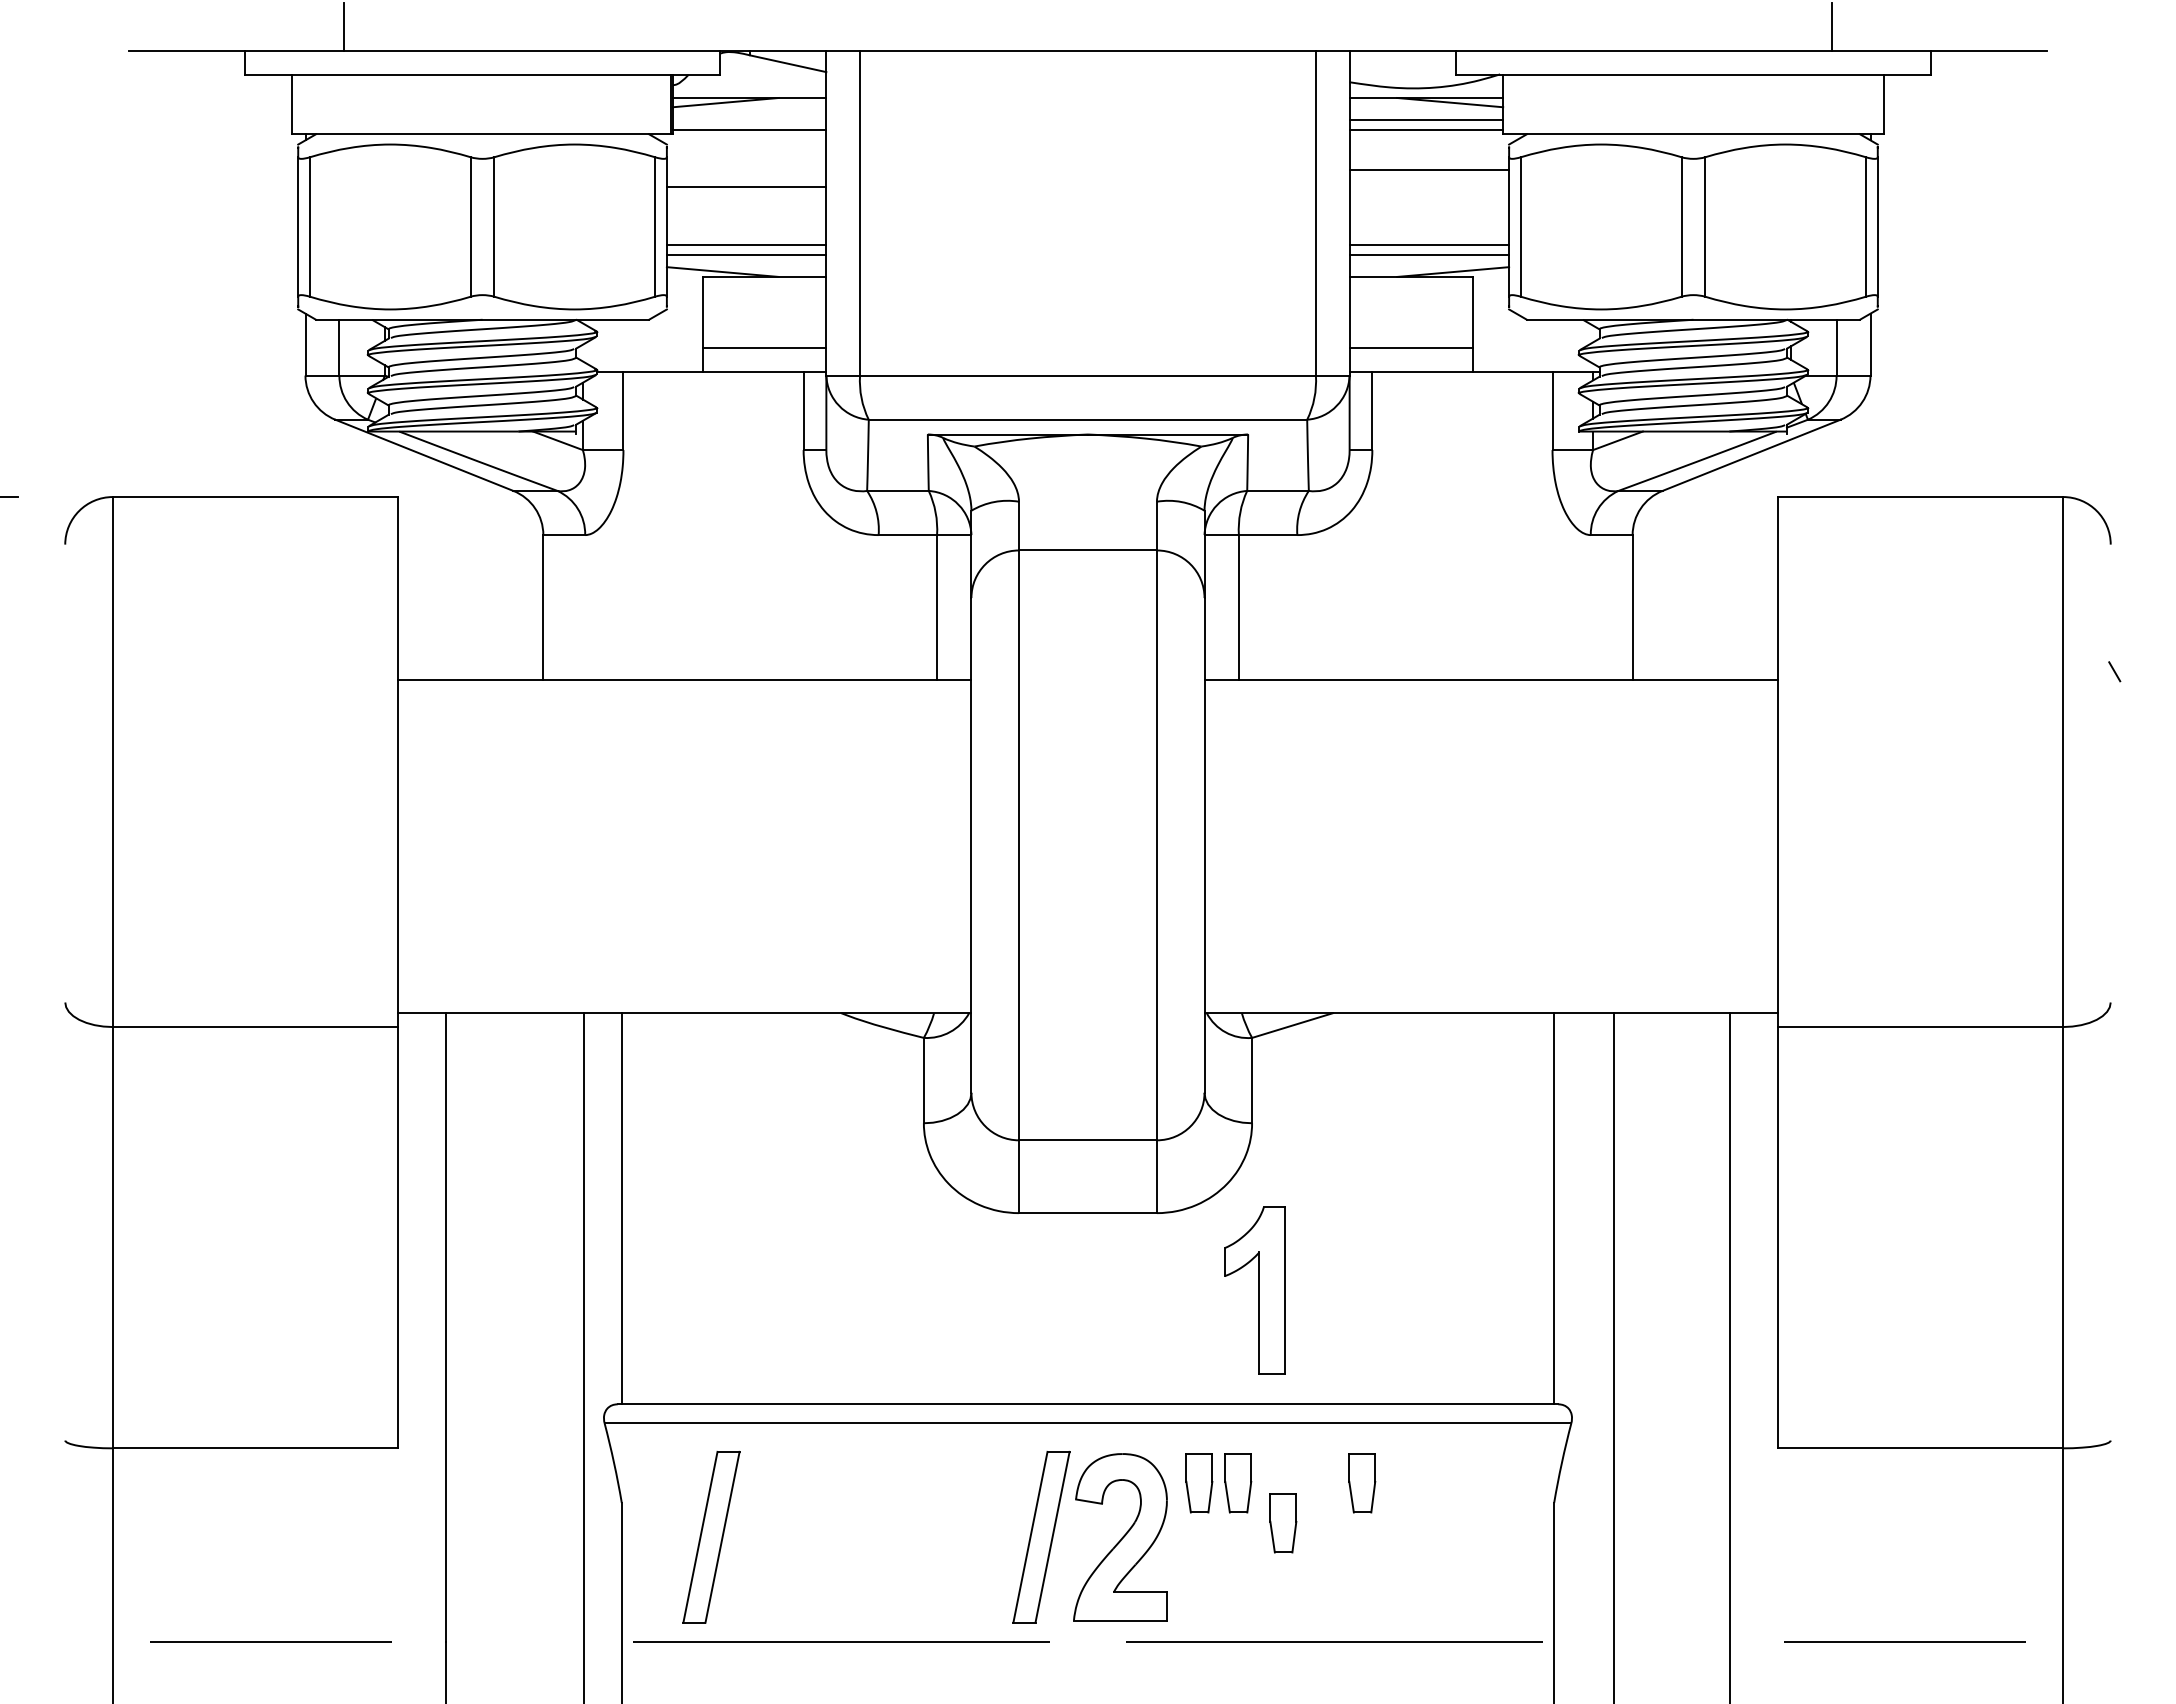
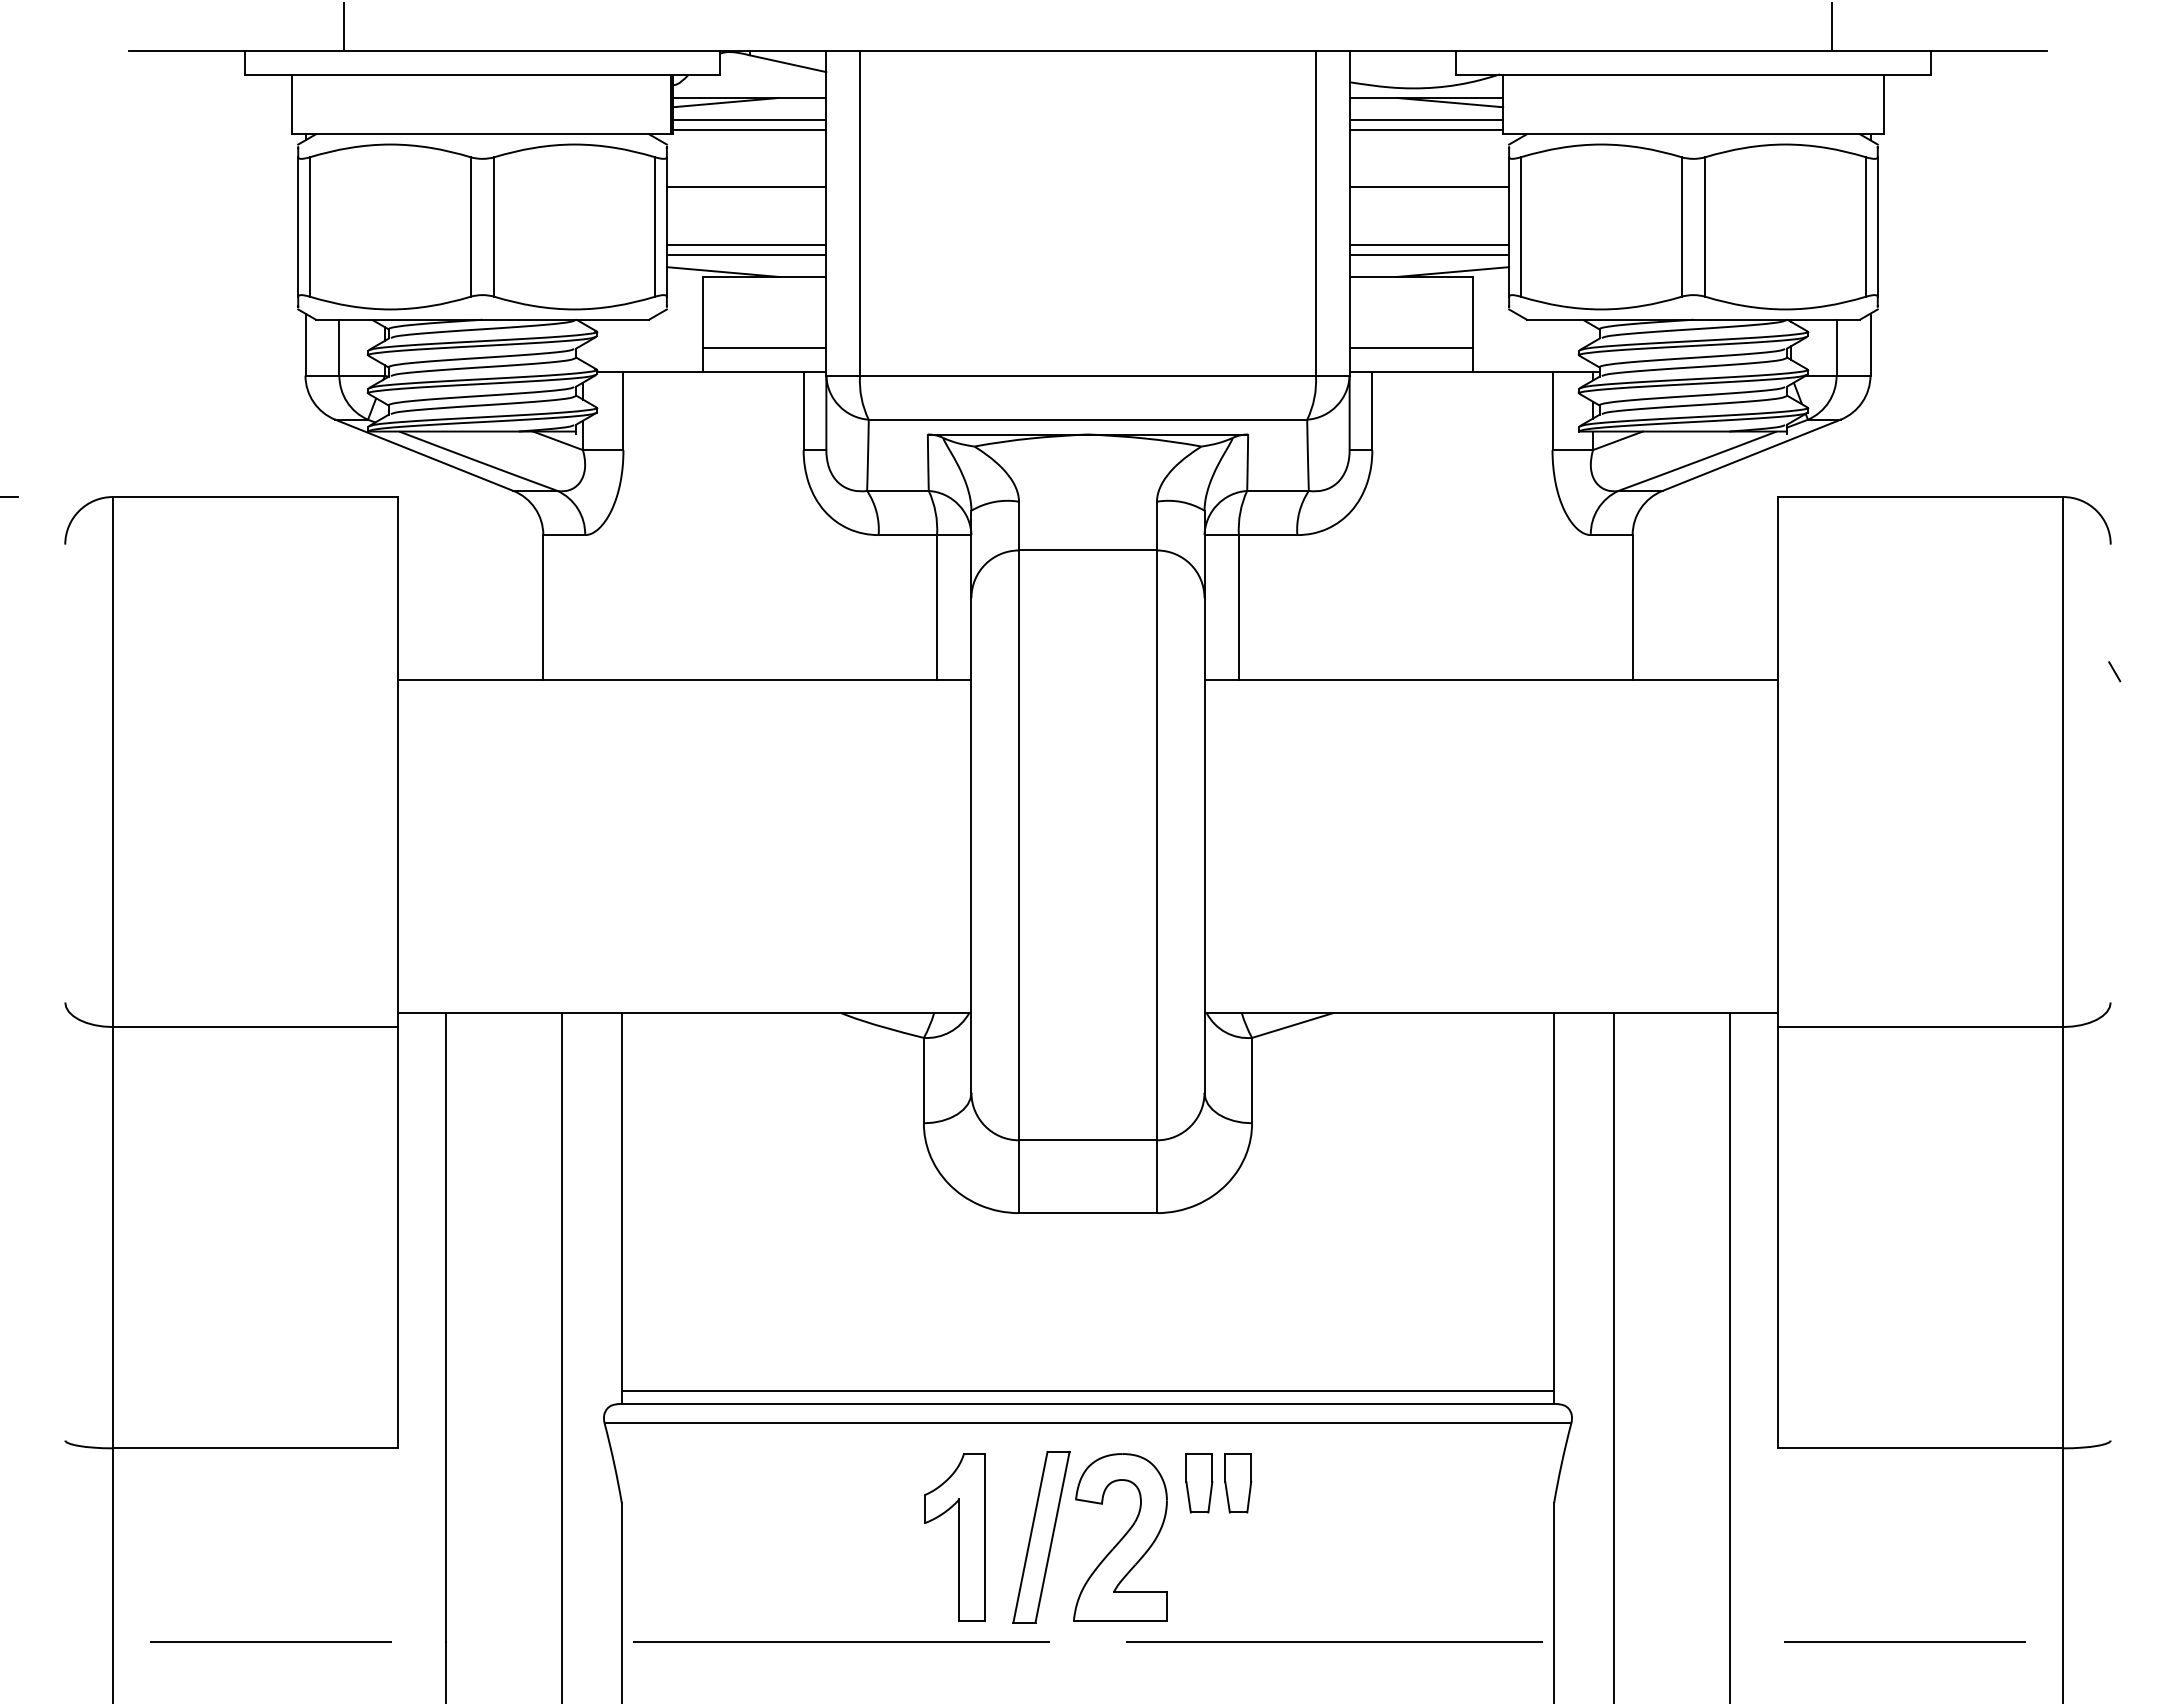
line at (749, 120): none -> present
line at (1429, 170) position: (1429, 170) -> (1429, 187)
part at (1254, 1290) position: (1254, 1290) -> (954, 1537)
line at (584, 1356) position: (584, 1356) -> (562, 1356)
line at (1087, 1391): none -> present
part at (1362, 1483): present -> none
part at (1283, 1523): present -> none
part at (711, 1537): present -> none
